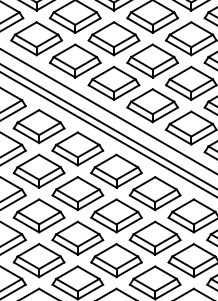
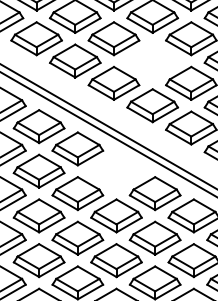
part at (152, 60): present -> none
line at (108, 111): present -> none
part at (116, 170): present -> none
